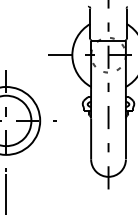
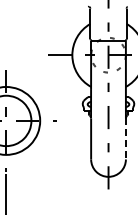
line at (125, 138): solid -> dashed
